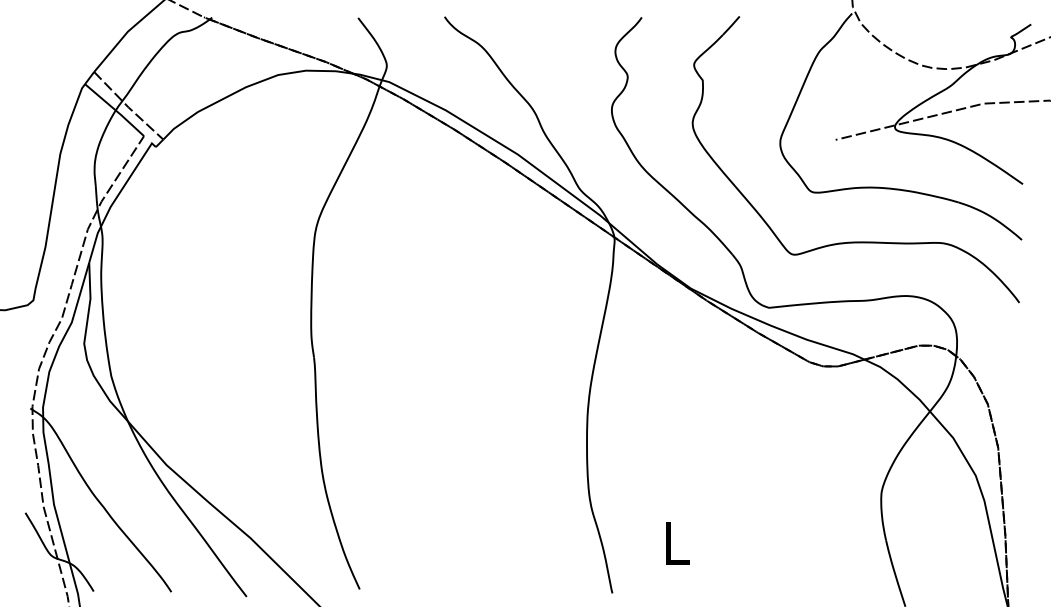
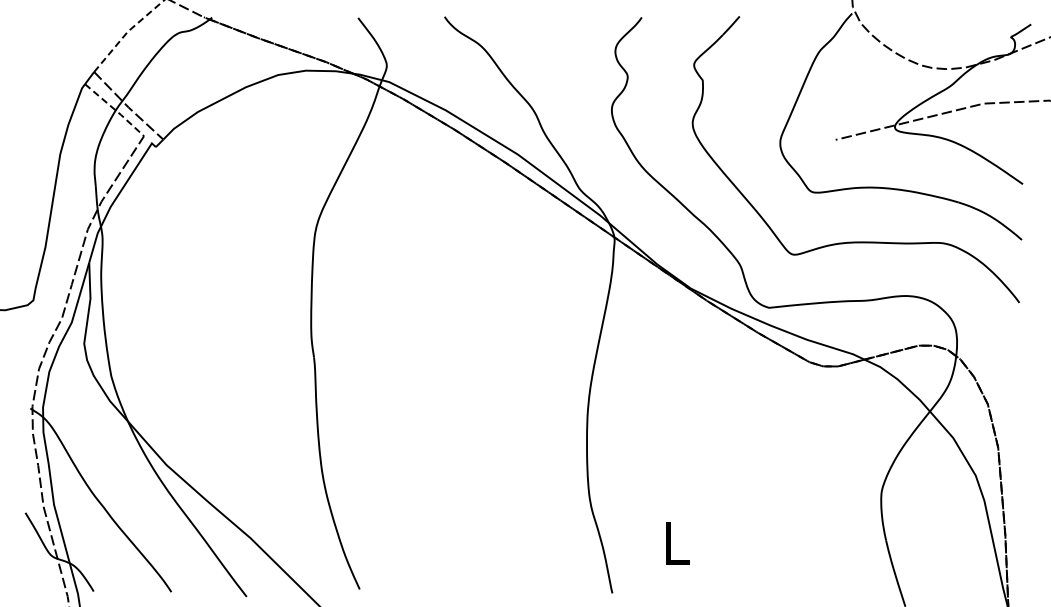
line at (126, 33): solid -> dashed
line at (115, 110): solid -> dashed
